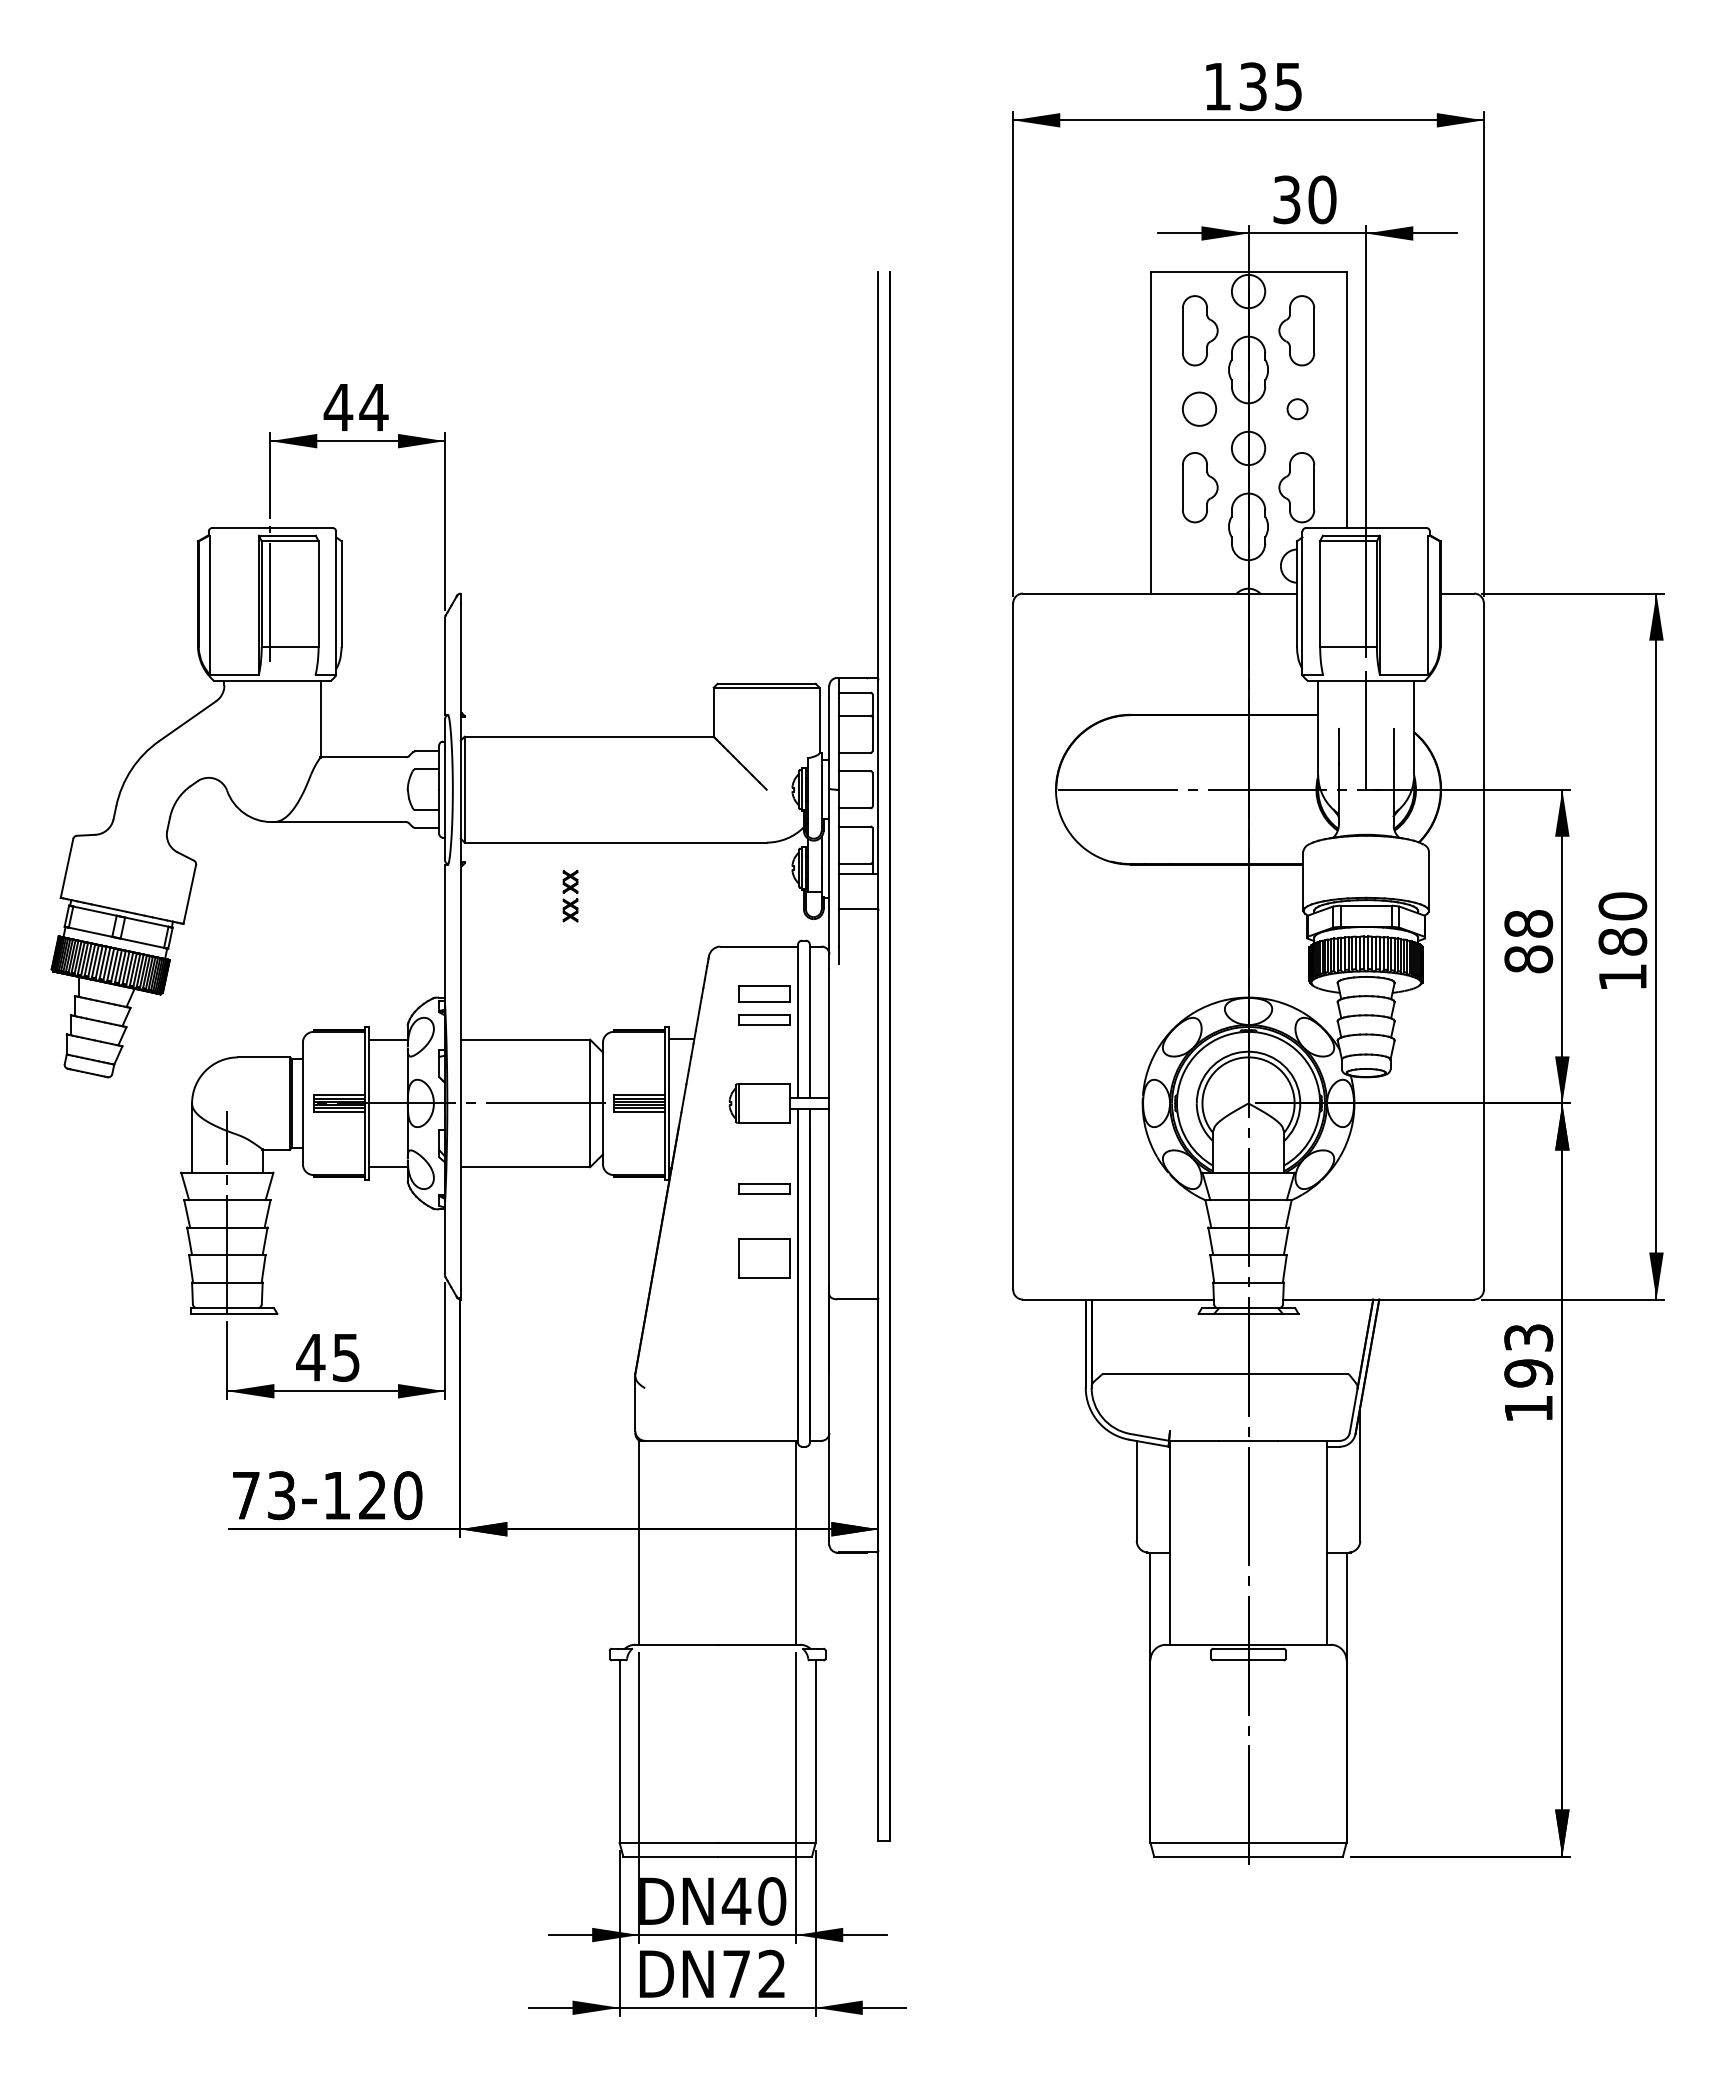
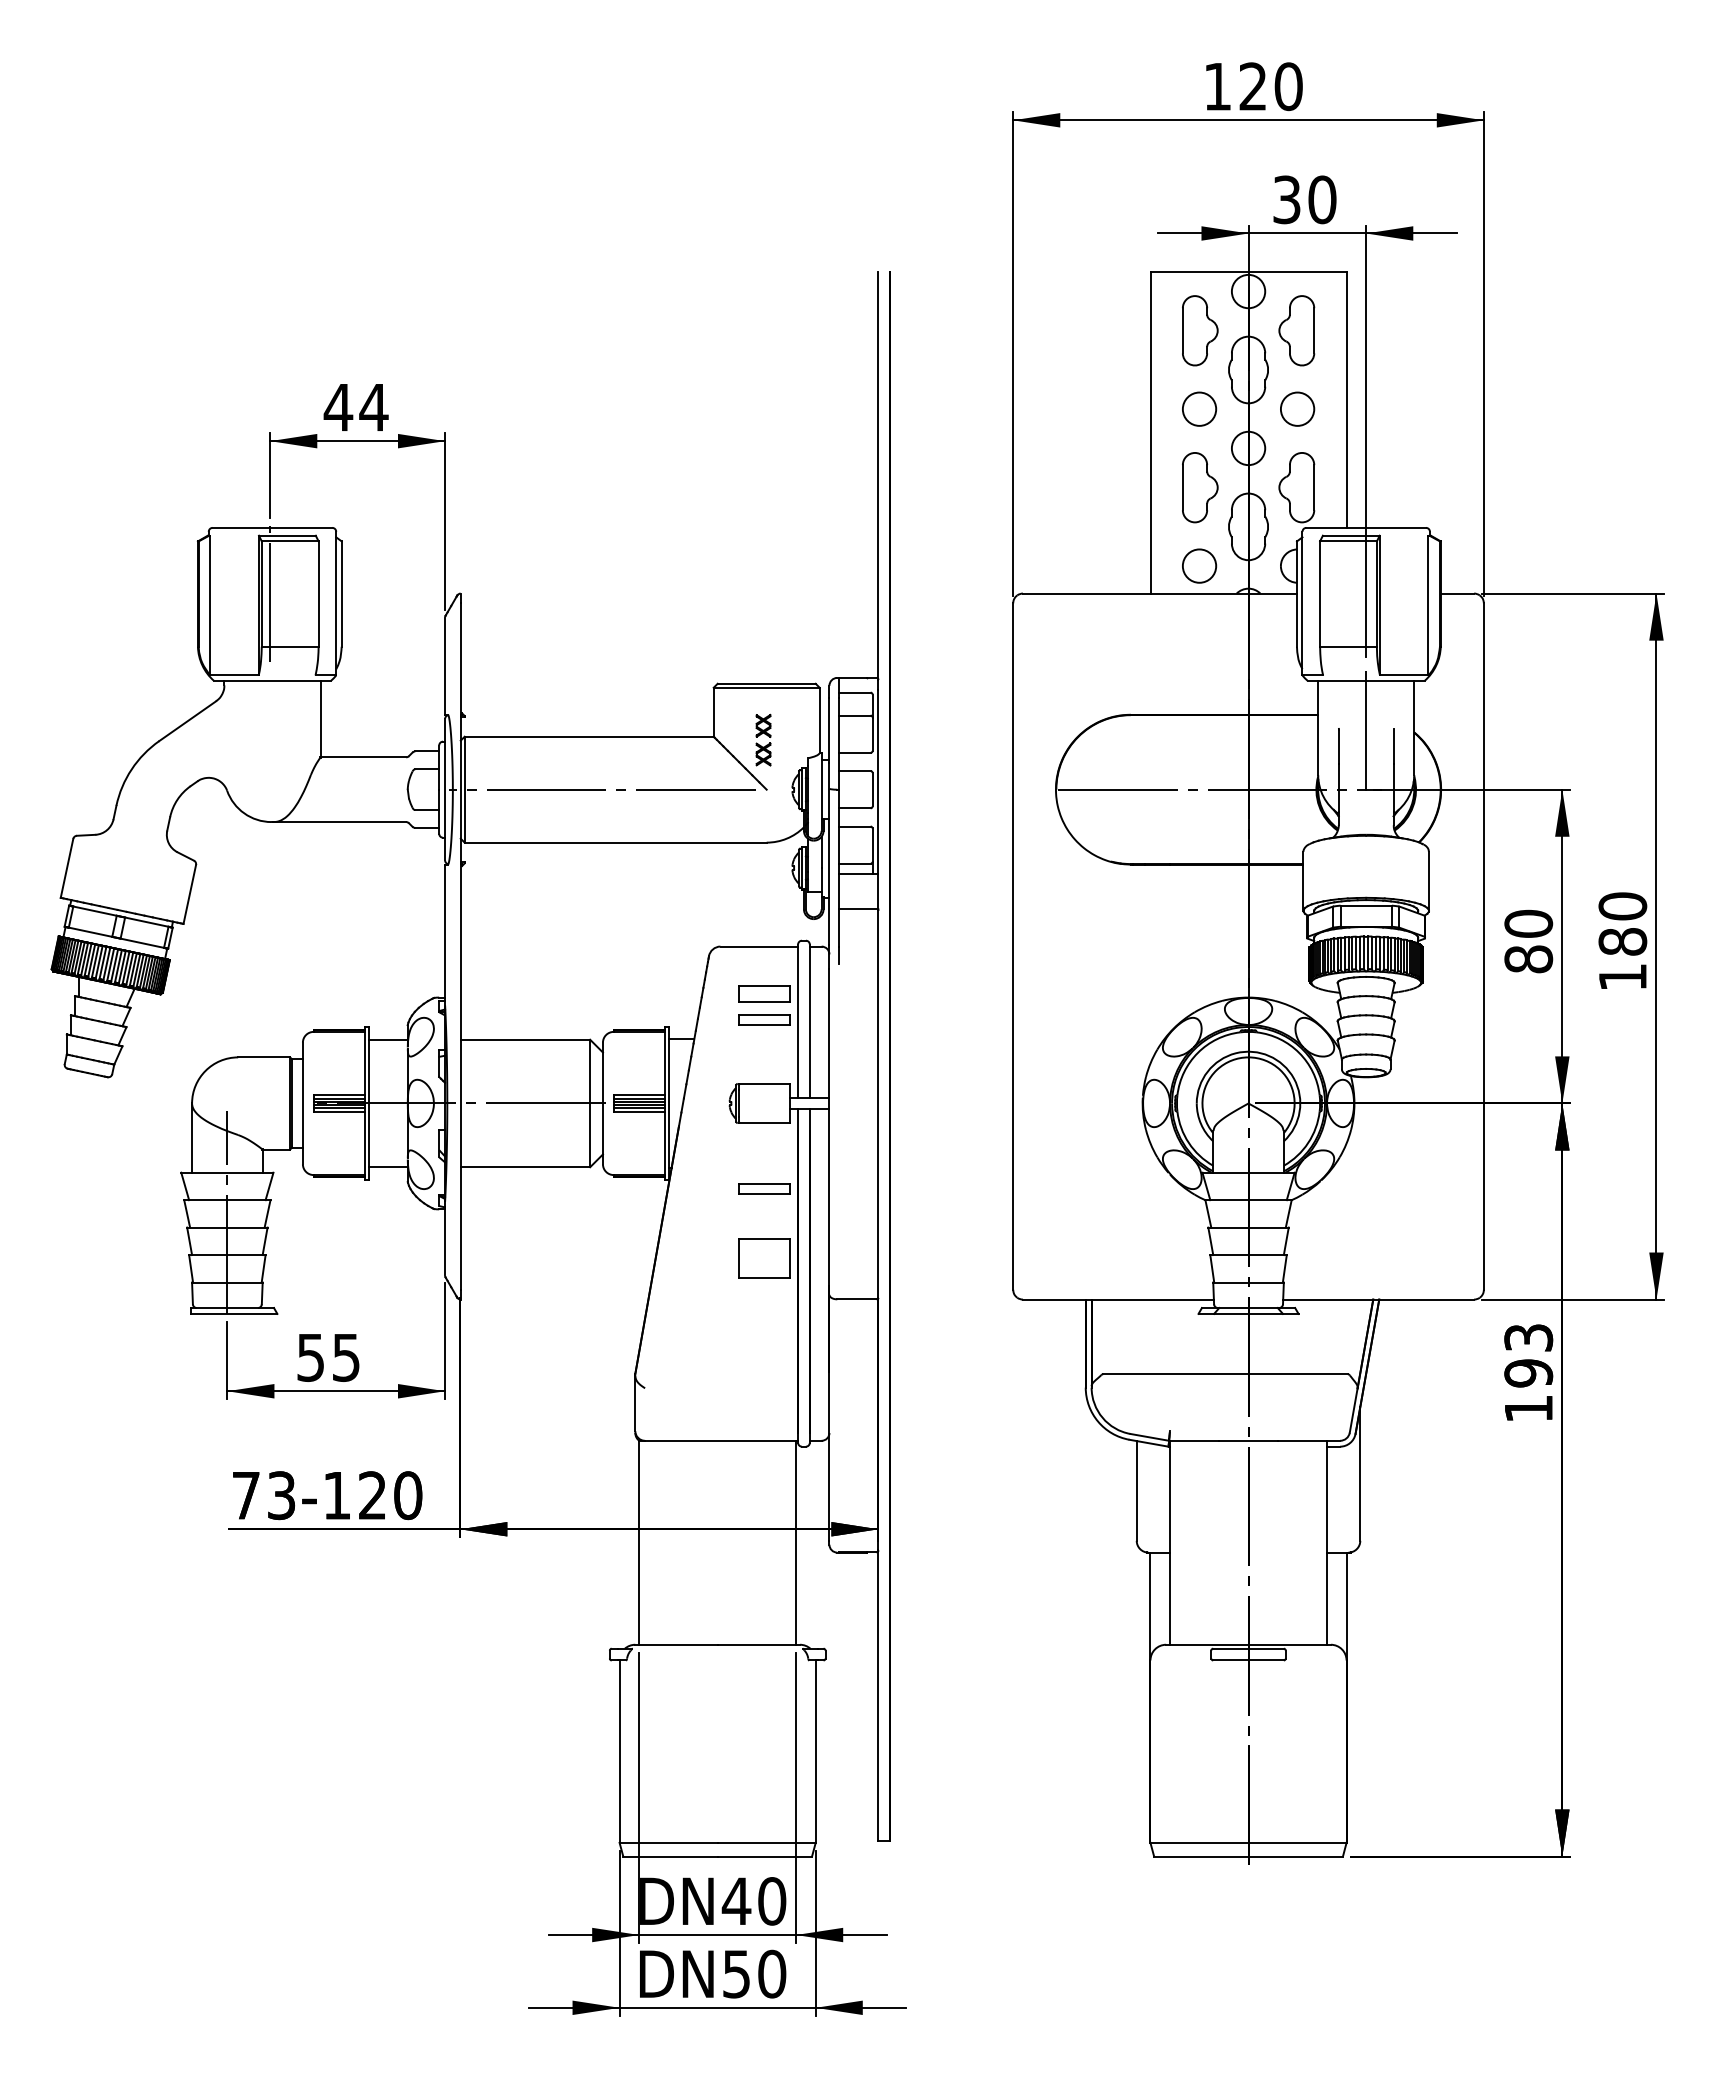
text at (1270, 86): 135 -> 120
circle at (1297, 409) diameter: 20 px -> 33 px
circle at (1199, 565): none -> present
line at (601, 789): none -> present
part at (570, 895) position: (570, 895) -> (763, 739)
text at (1528, 923): 88 -> 80
text at (310, 1357): 45 -> 55
text at (754, 1973): DN72 -> DN50
